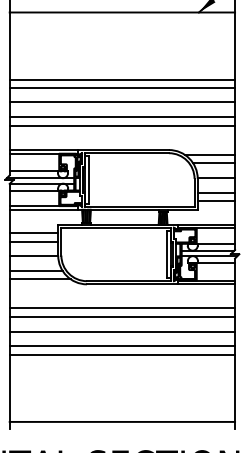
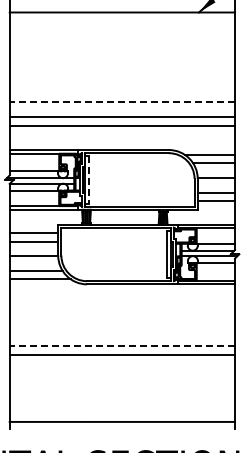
line at (122, 79): present -> none
line at (122, 88): present -> none
line at (122, 102): solid -> dashed
line at (89, 179): solid -> dashed
line at (122, 308): present -> none
line at (122, 316): present -> none
line at (122, 331): present -> none
line at (122, 346): solid -> dashed
